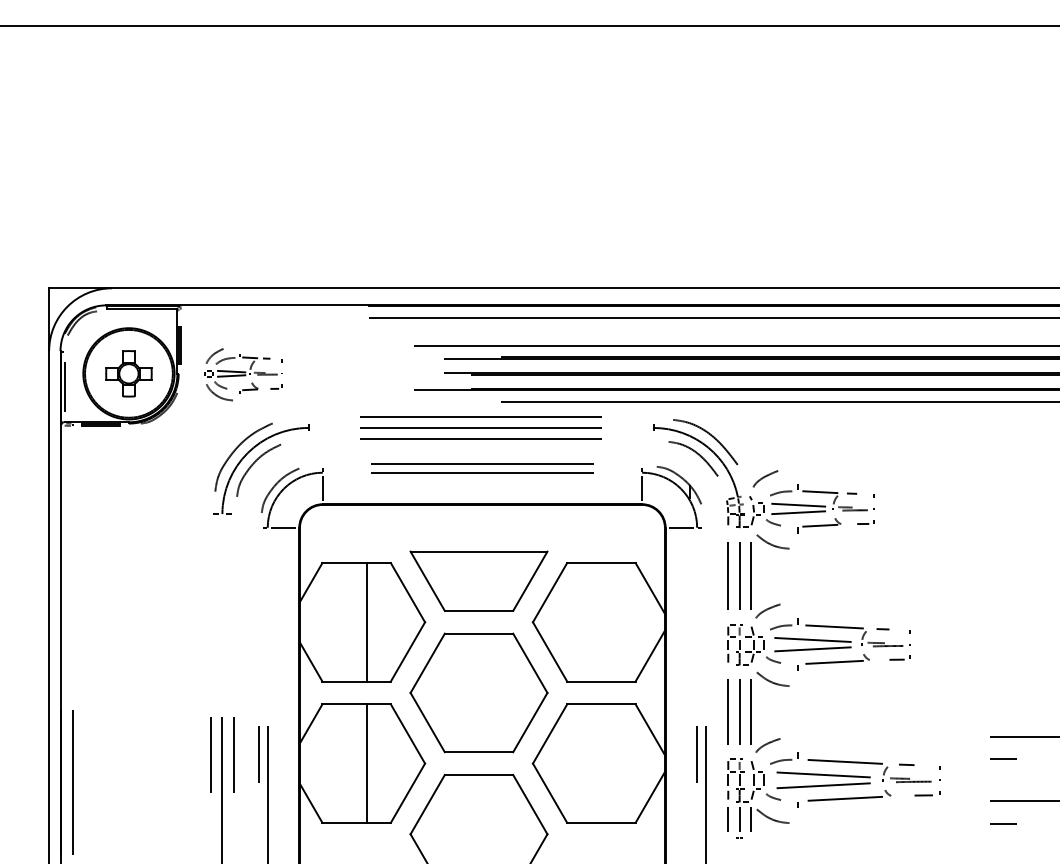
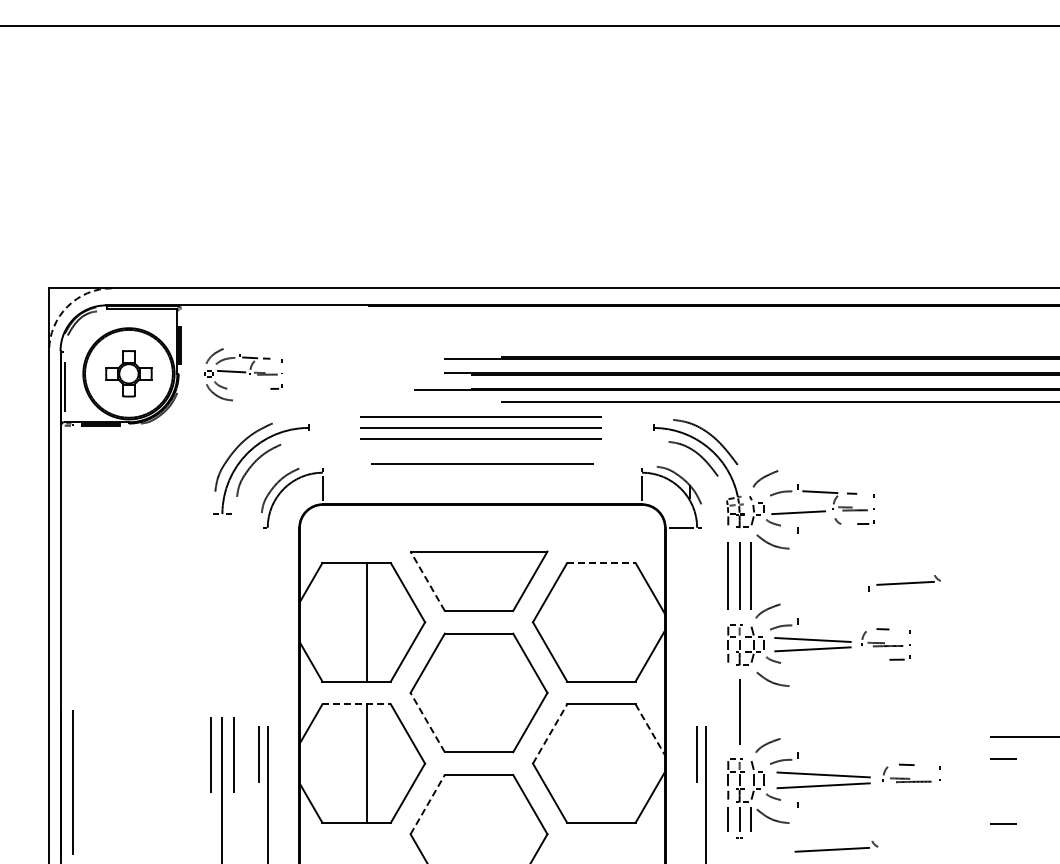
arc at (67, 306): solid -> dashed
line at (712, 317): present -> none
line at (734, 345): present -> none
line at (231, 375): present -> none
part at (248, 387): present -> none
line at (482, 472): present -> none
line at (798, 504): present -> none
line at (820, 525): present -> none
line at (283, 527): present -> none
line at (601, 563): solid -> dashed
line at (427, 580): solid -> dashed
line at (834, 626): present -> none
part at (833, 662) position: (833, 662) -> (904, 583)
line at (357, 704): solid -> dashed
line at (728, 711): present -> none
line at (751, 711): present -> none
line at (427, 722): solid -> dashed
line at (650, 730): solid -> dashed
line at (550, 733): solid -> dashed
line at (844, 761): present -> none
part at (927, 793): present -> none
part at (849, 795) position: (849, 795) -> (836, 846)
line at (1022, 801): present -> none
line at (427, 804): solid -> dashed
